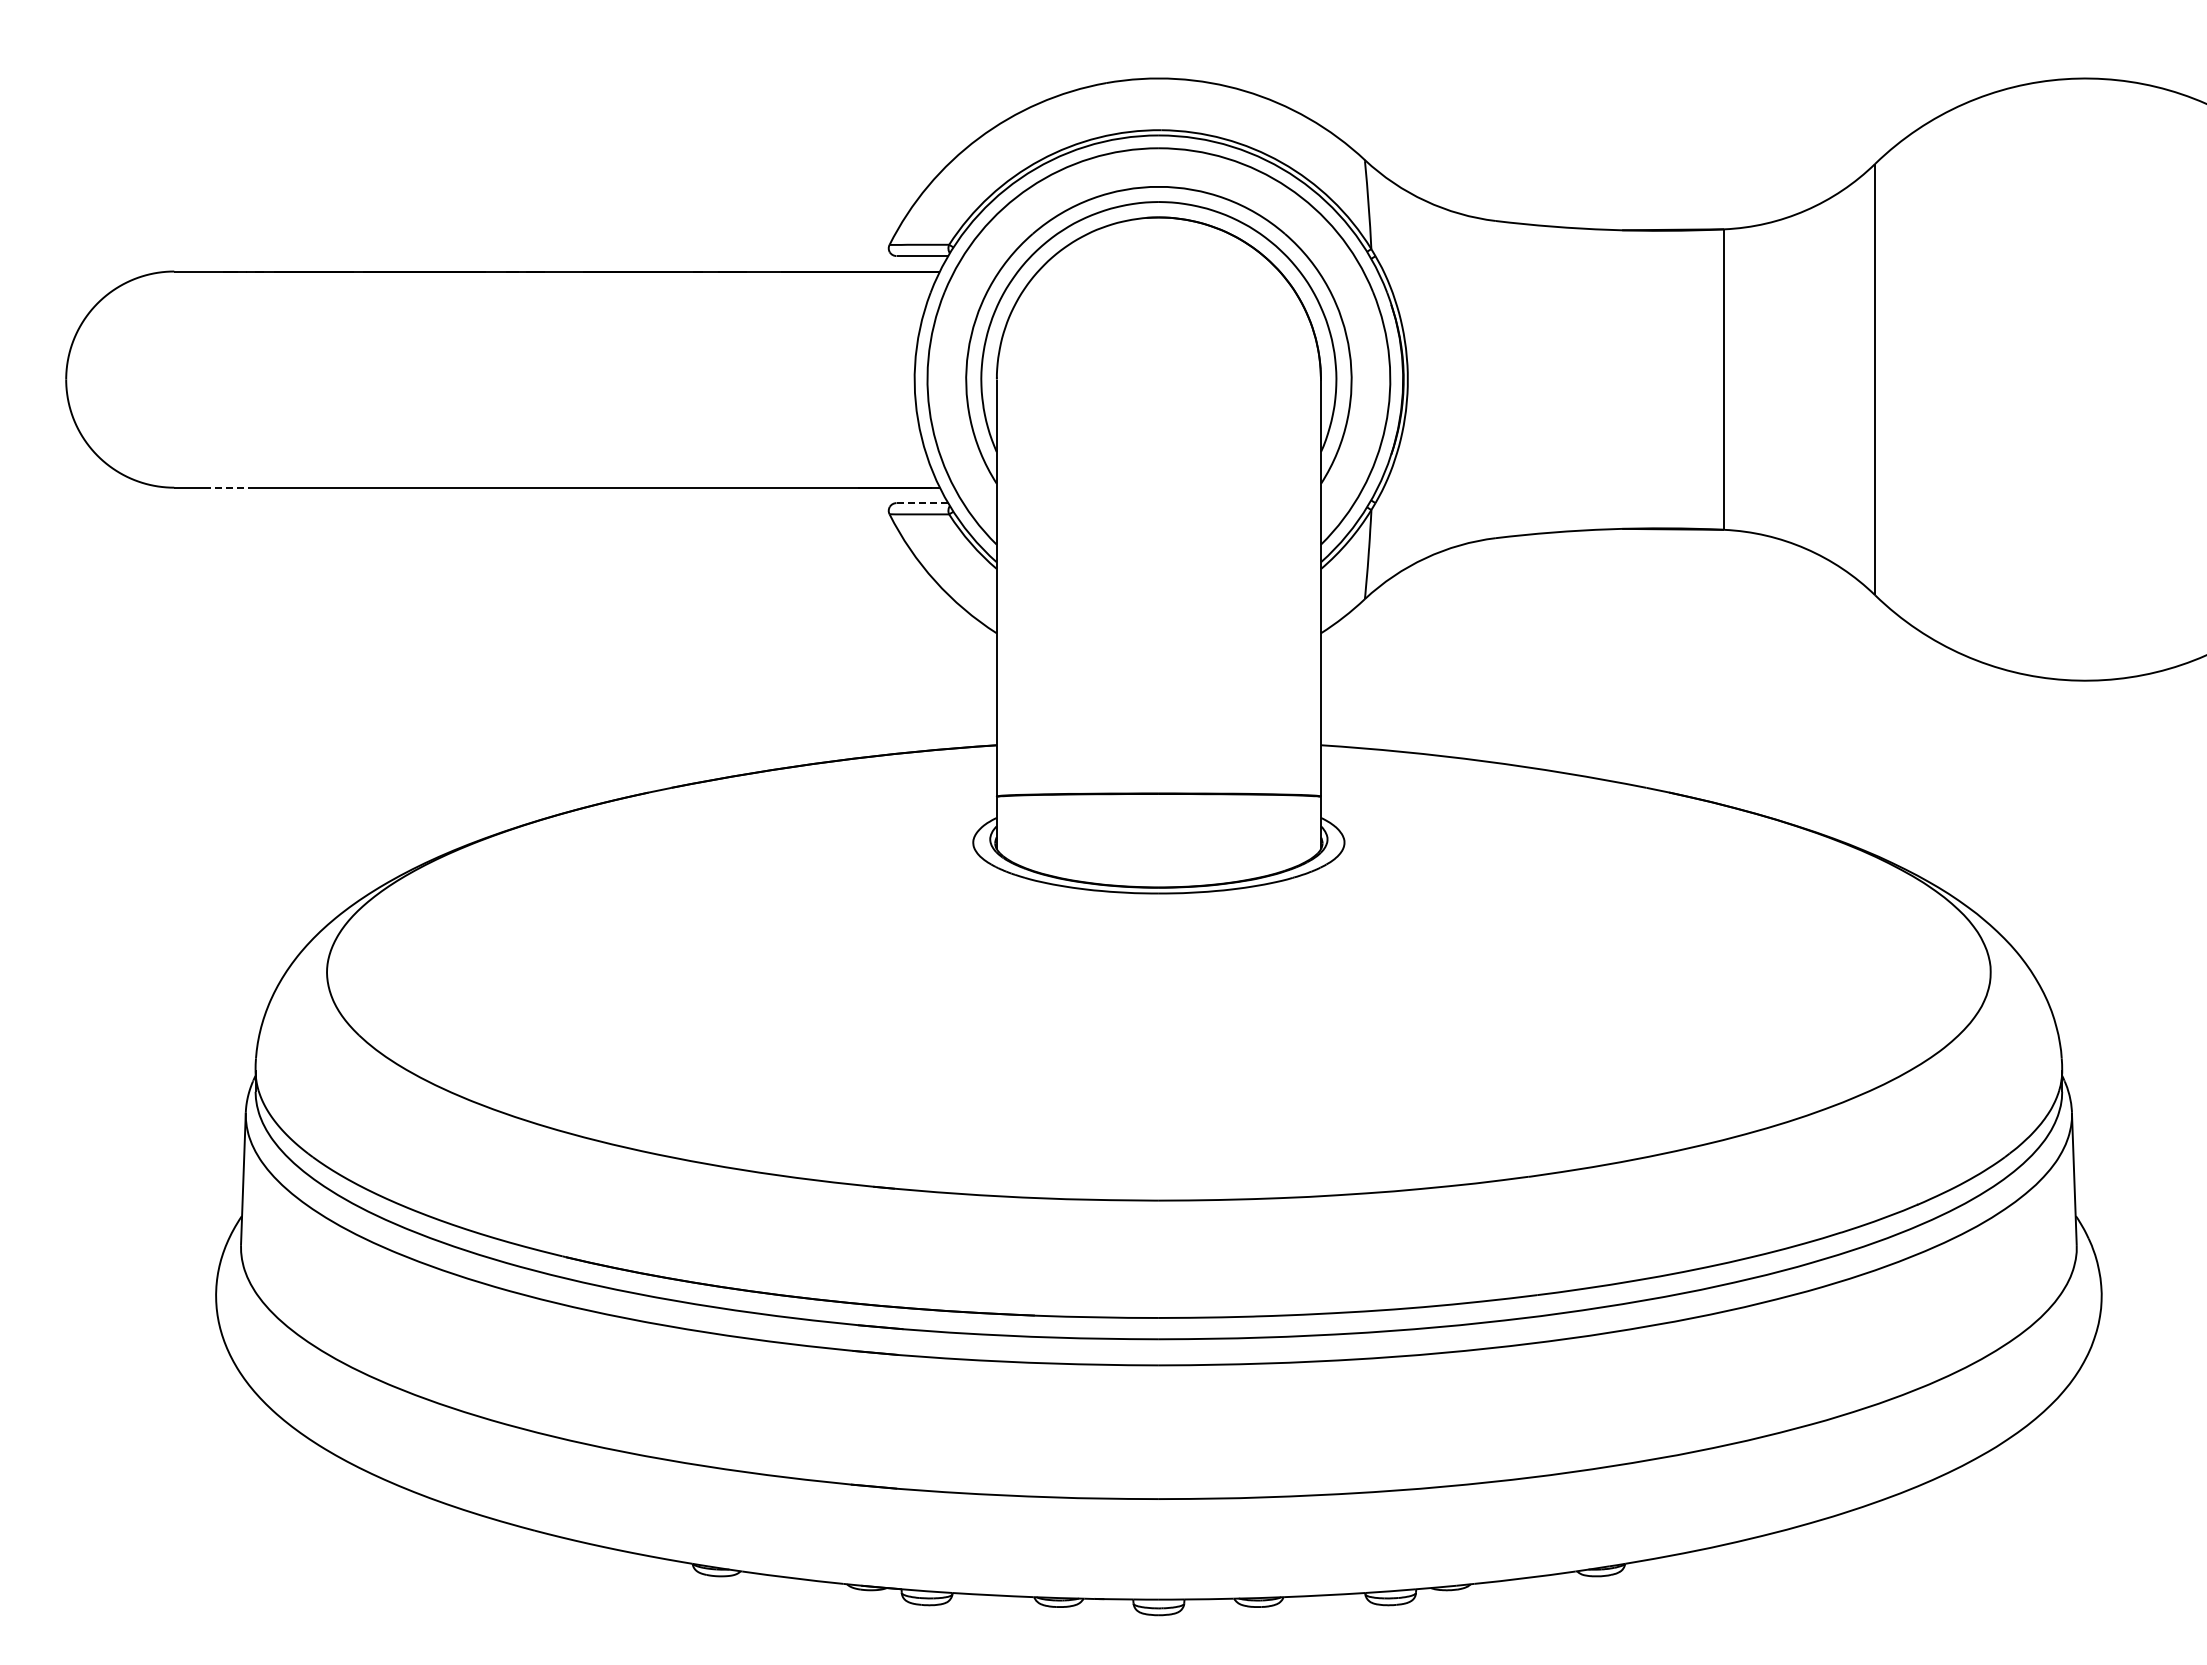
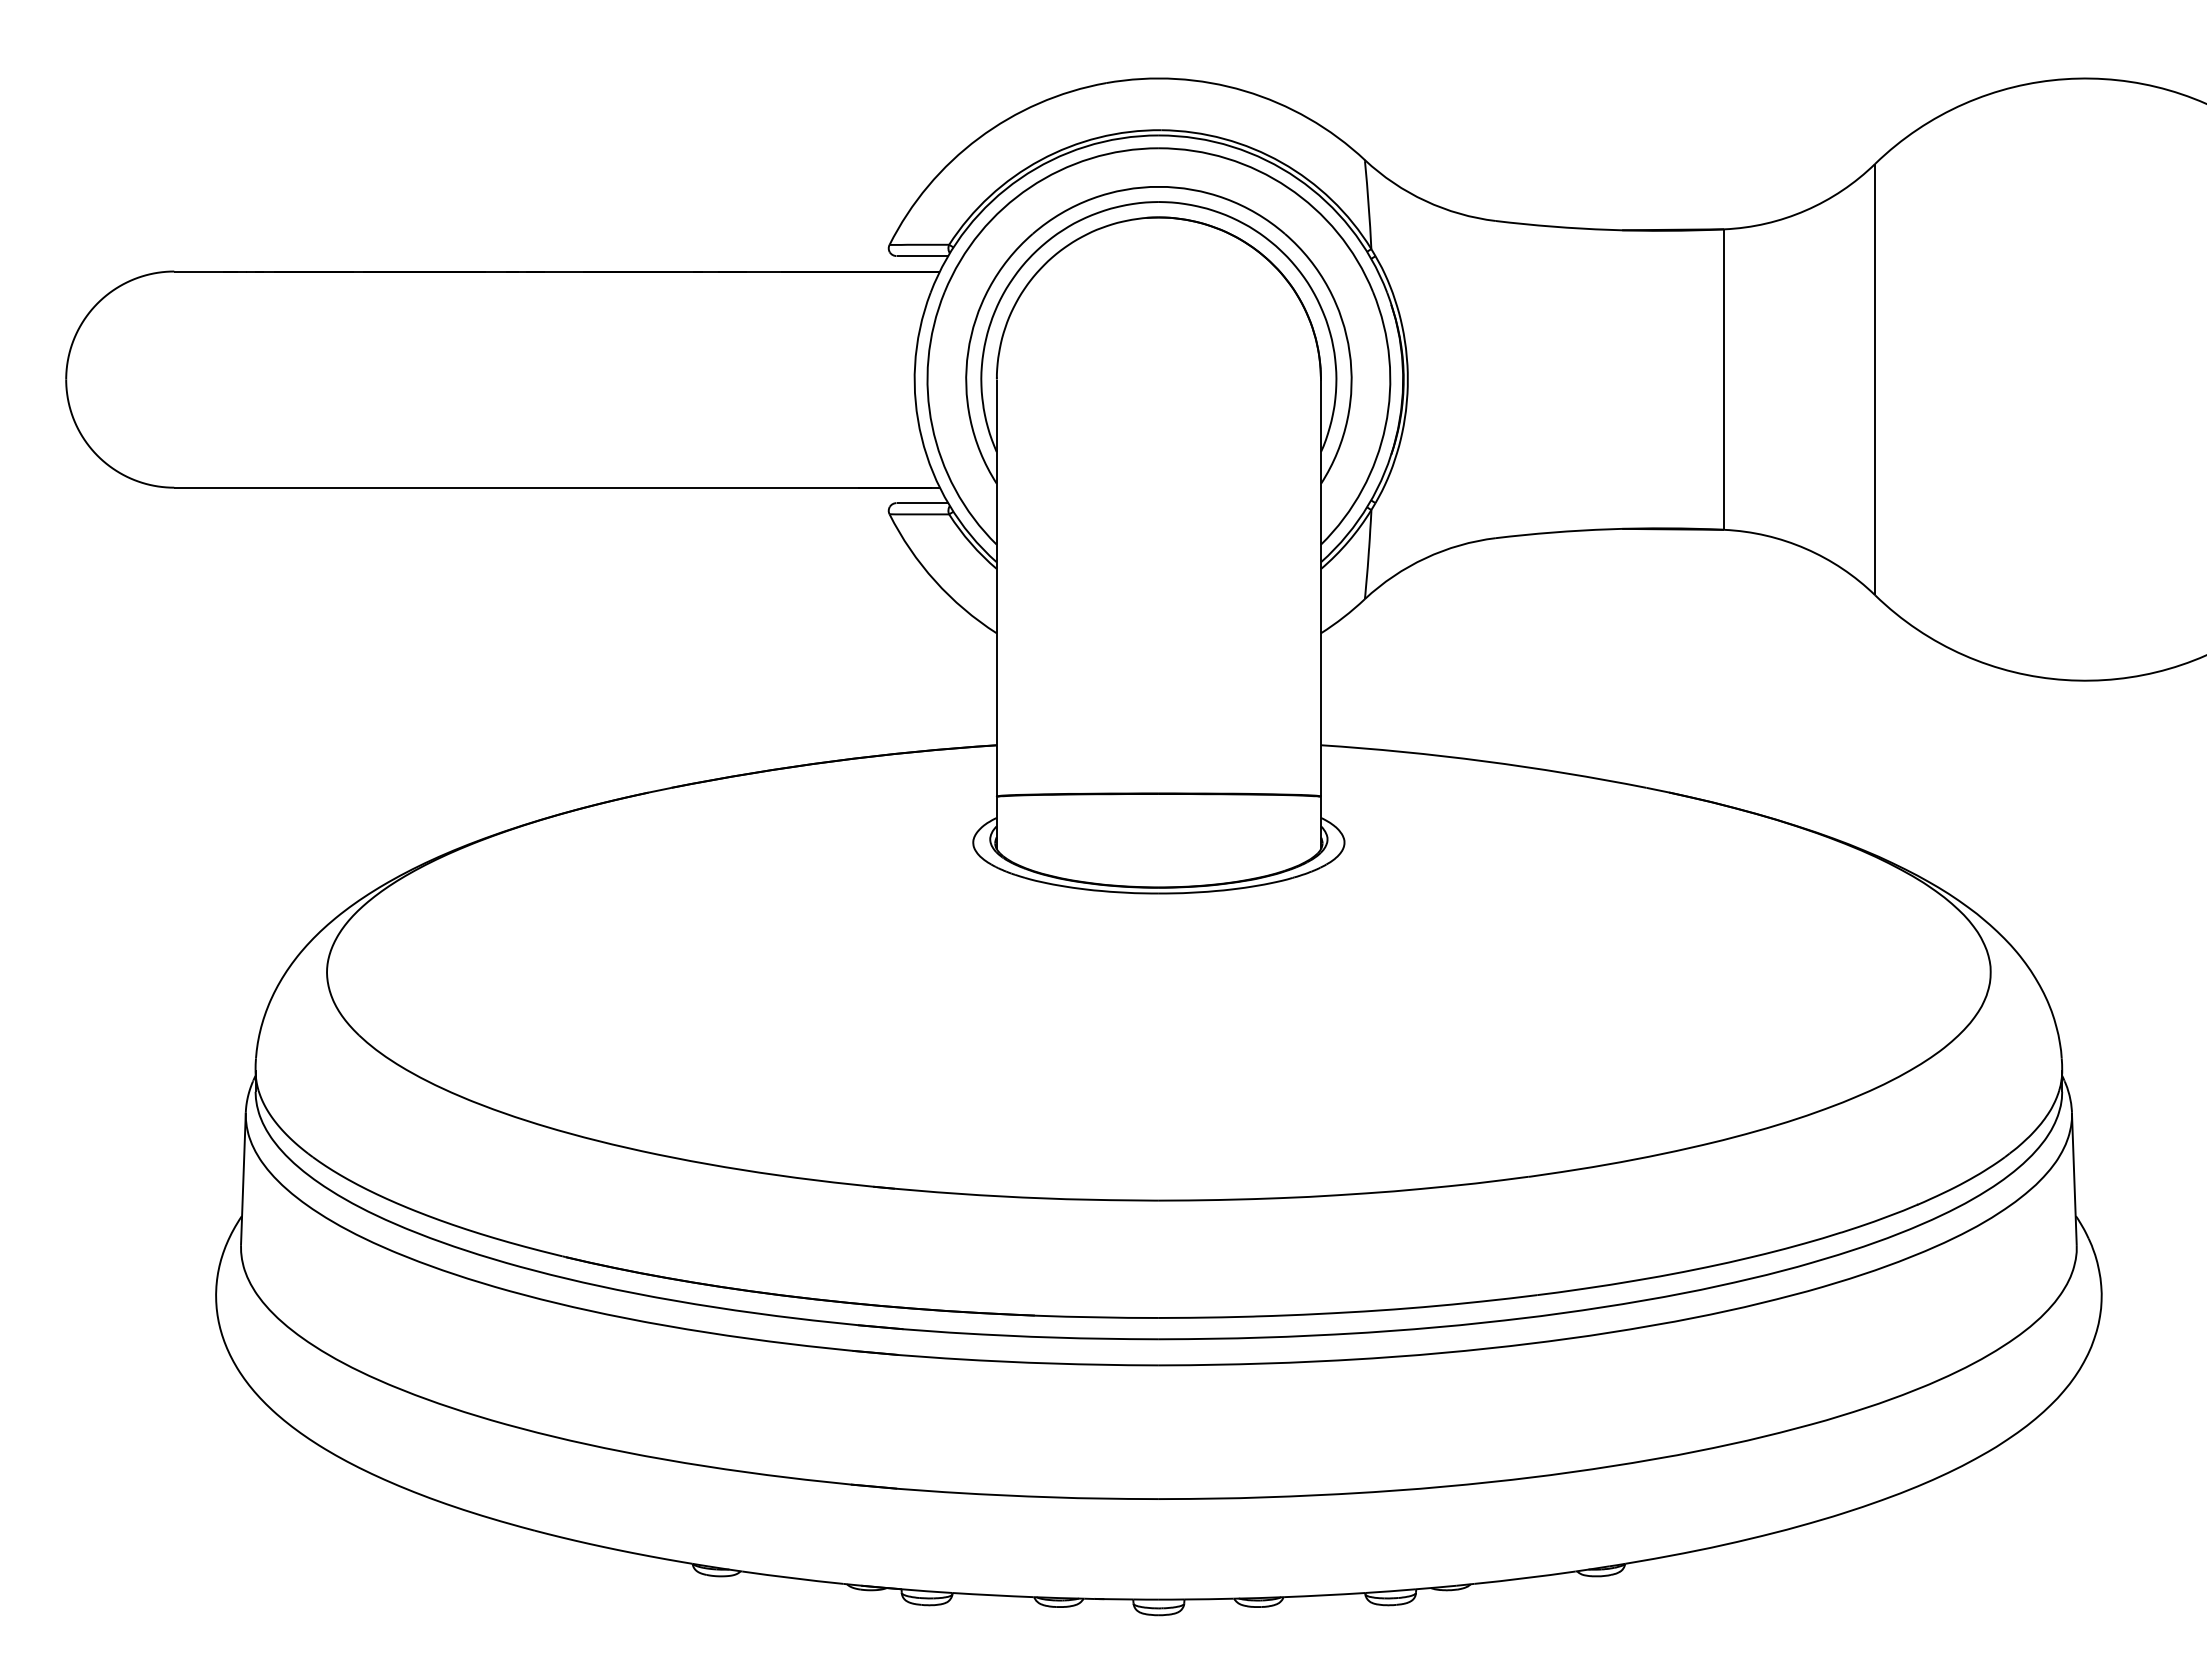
line at (229, 487): dashed -> solid
line at (922, 503): dashed -> solid
